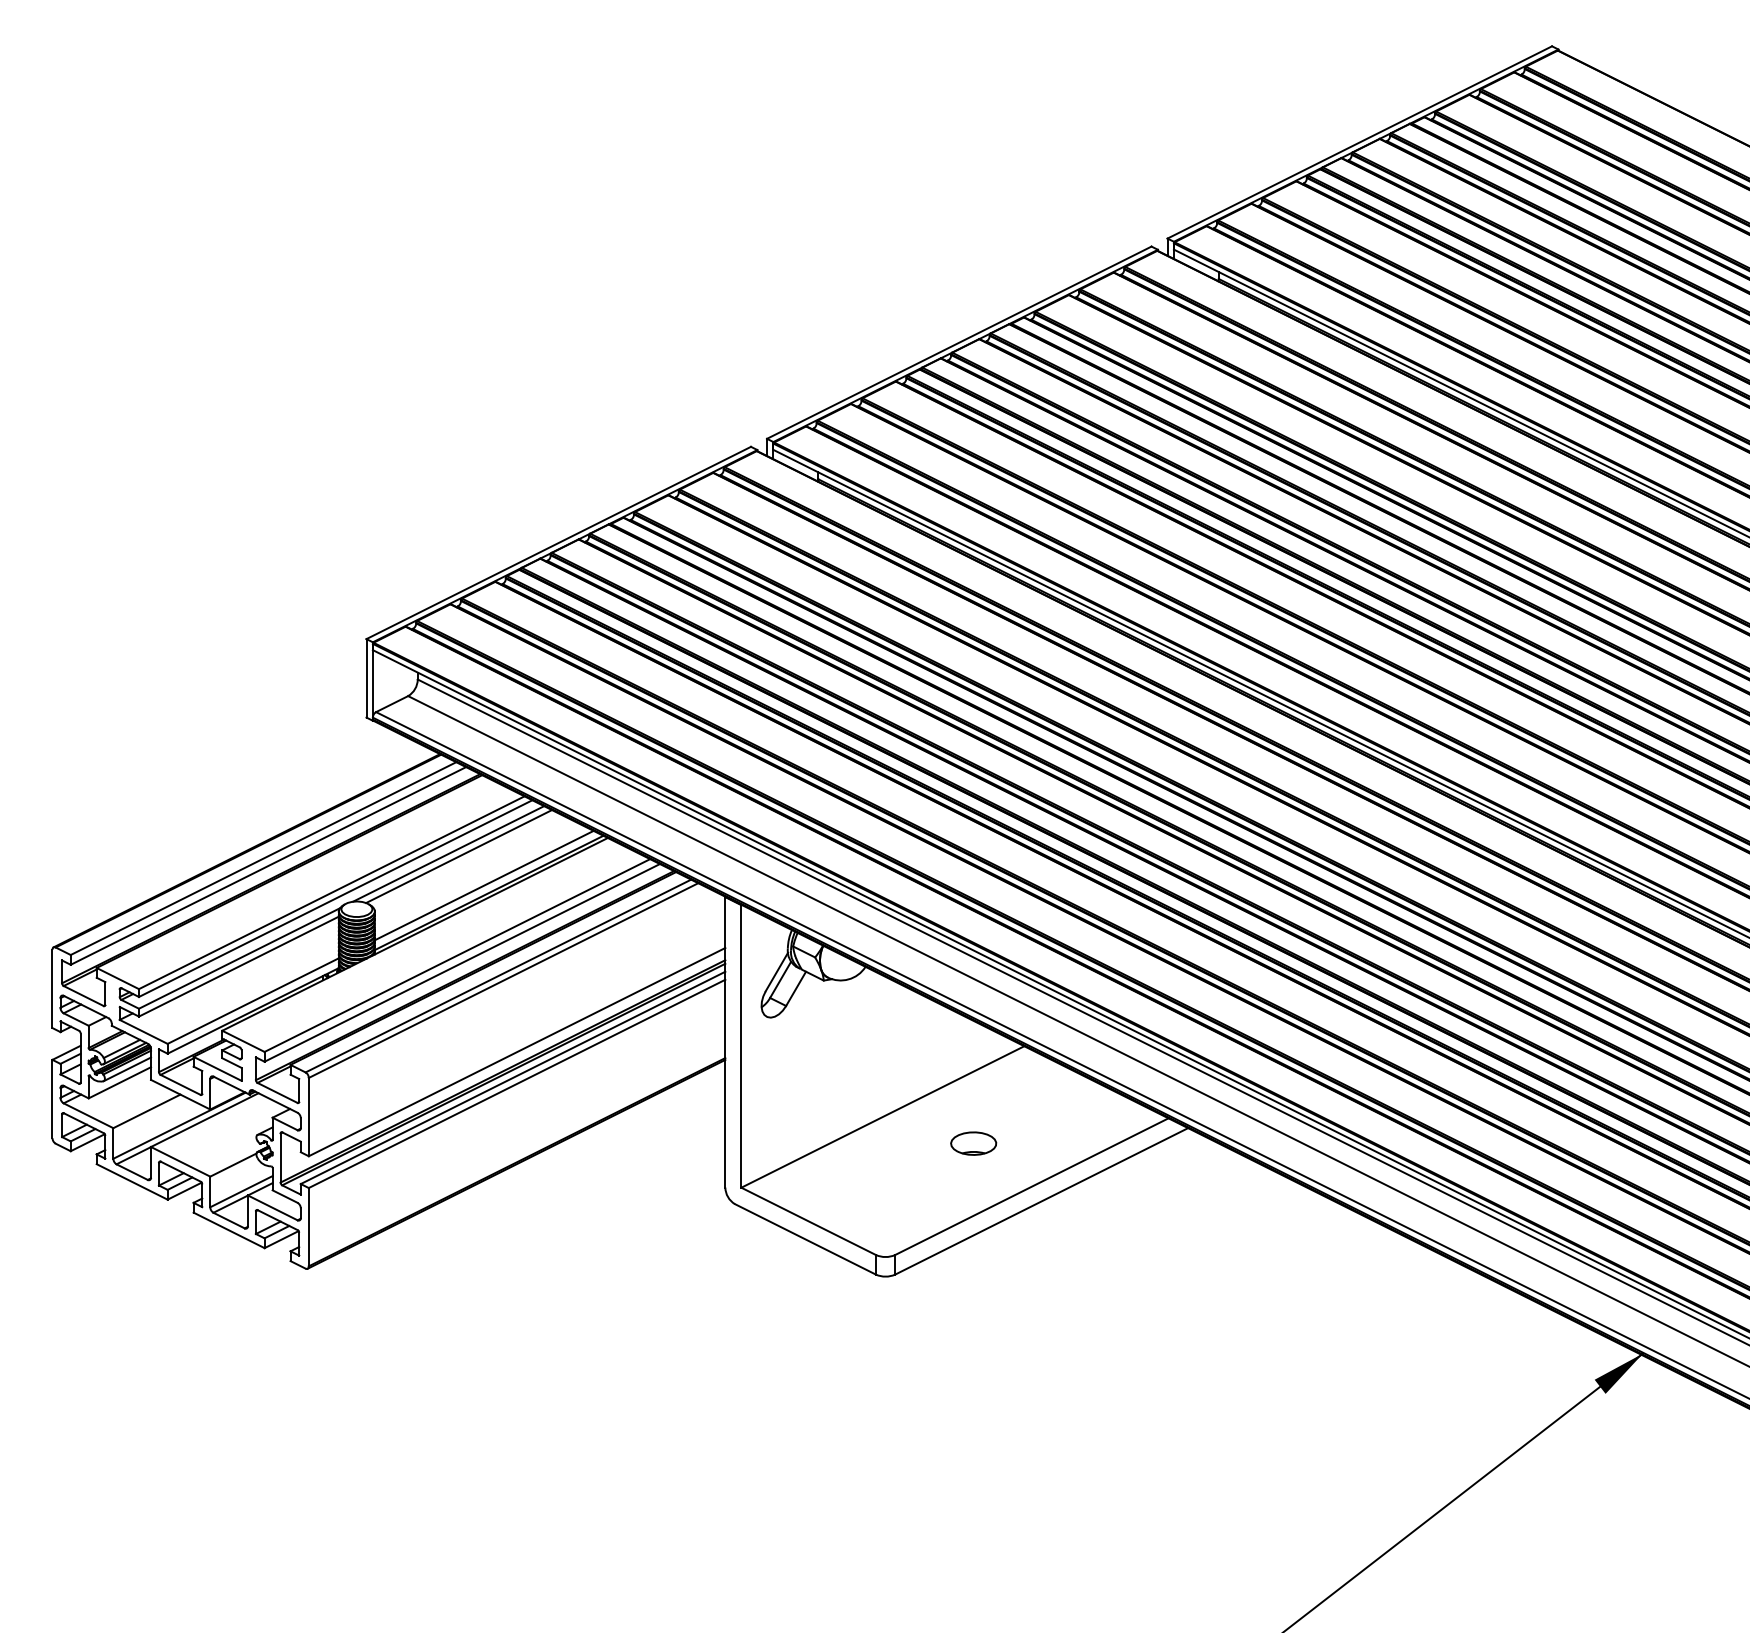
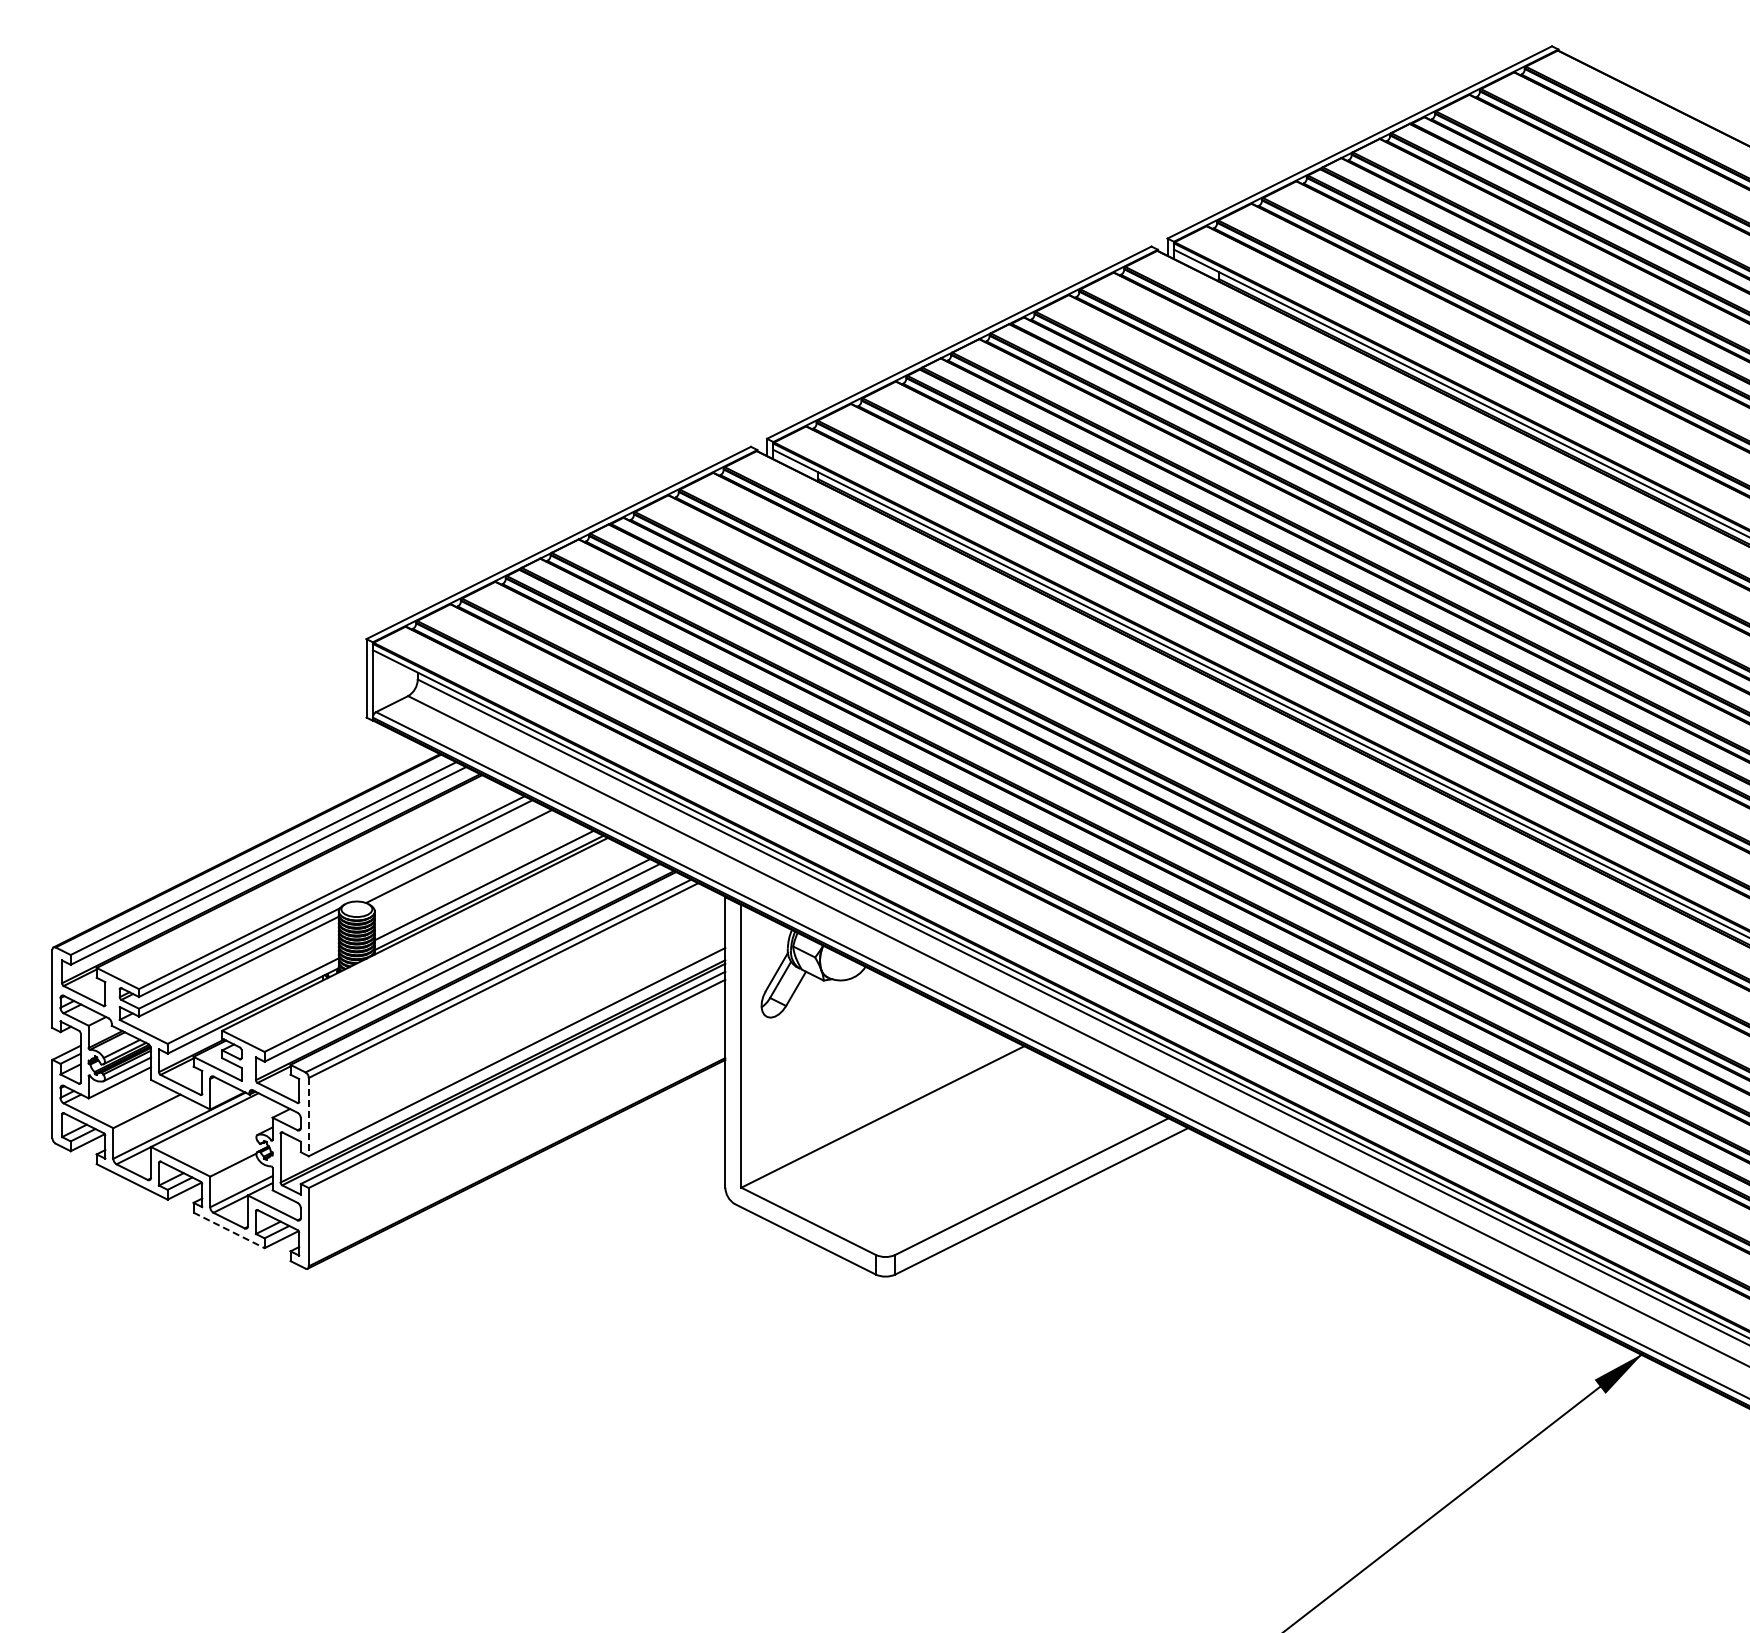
line at (448, 853): present -> none
line at (308, 1117): solid -> dashed
part at (973, 1143): present -> none
line at (229, 1230): solid -> dashed
